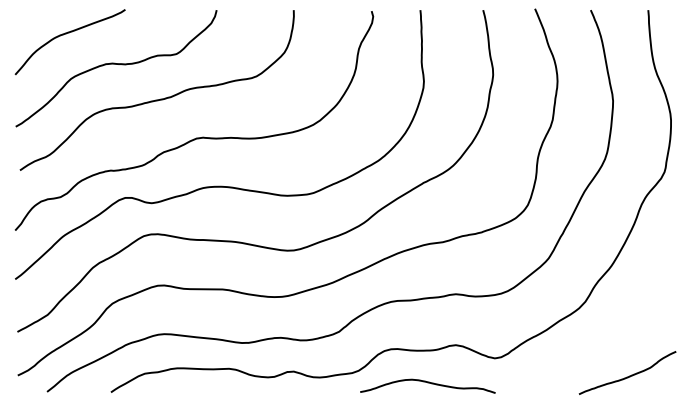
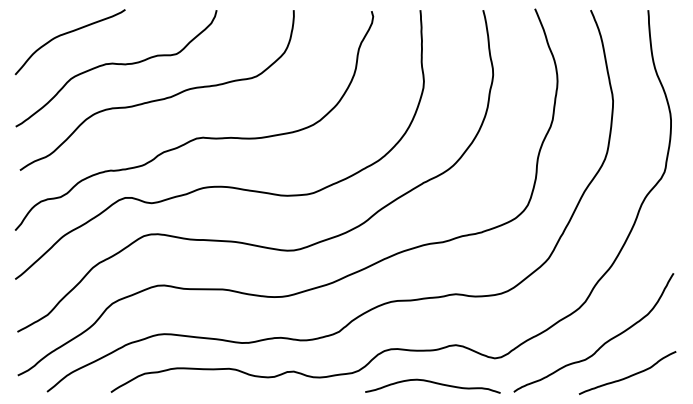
curve at (604, 342): none -> present
curve at (427, 383) position: (427, 383) -> (432, 383)
